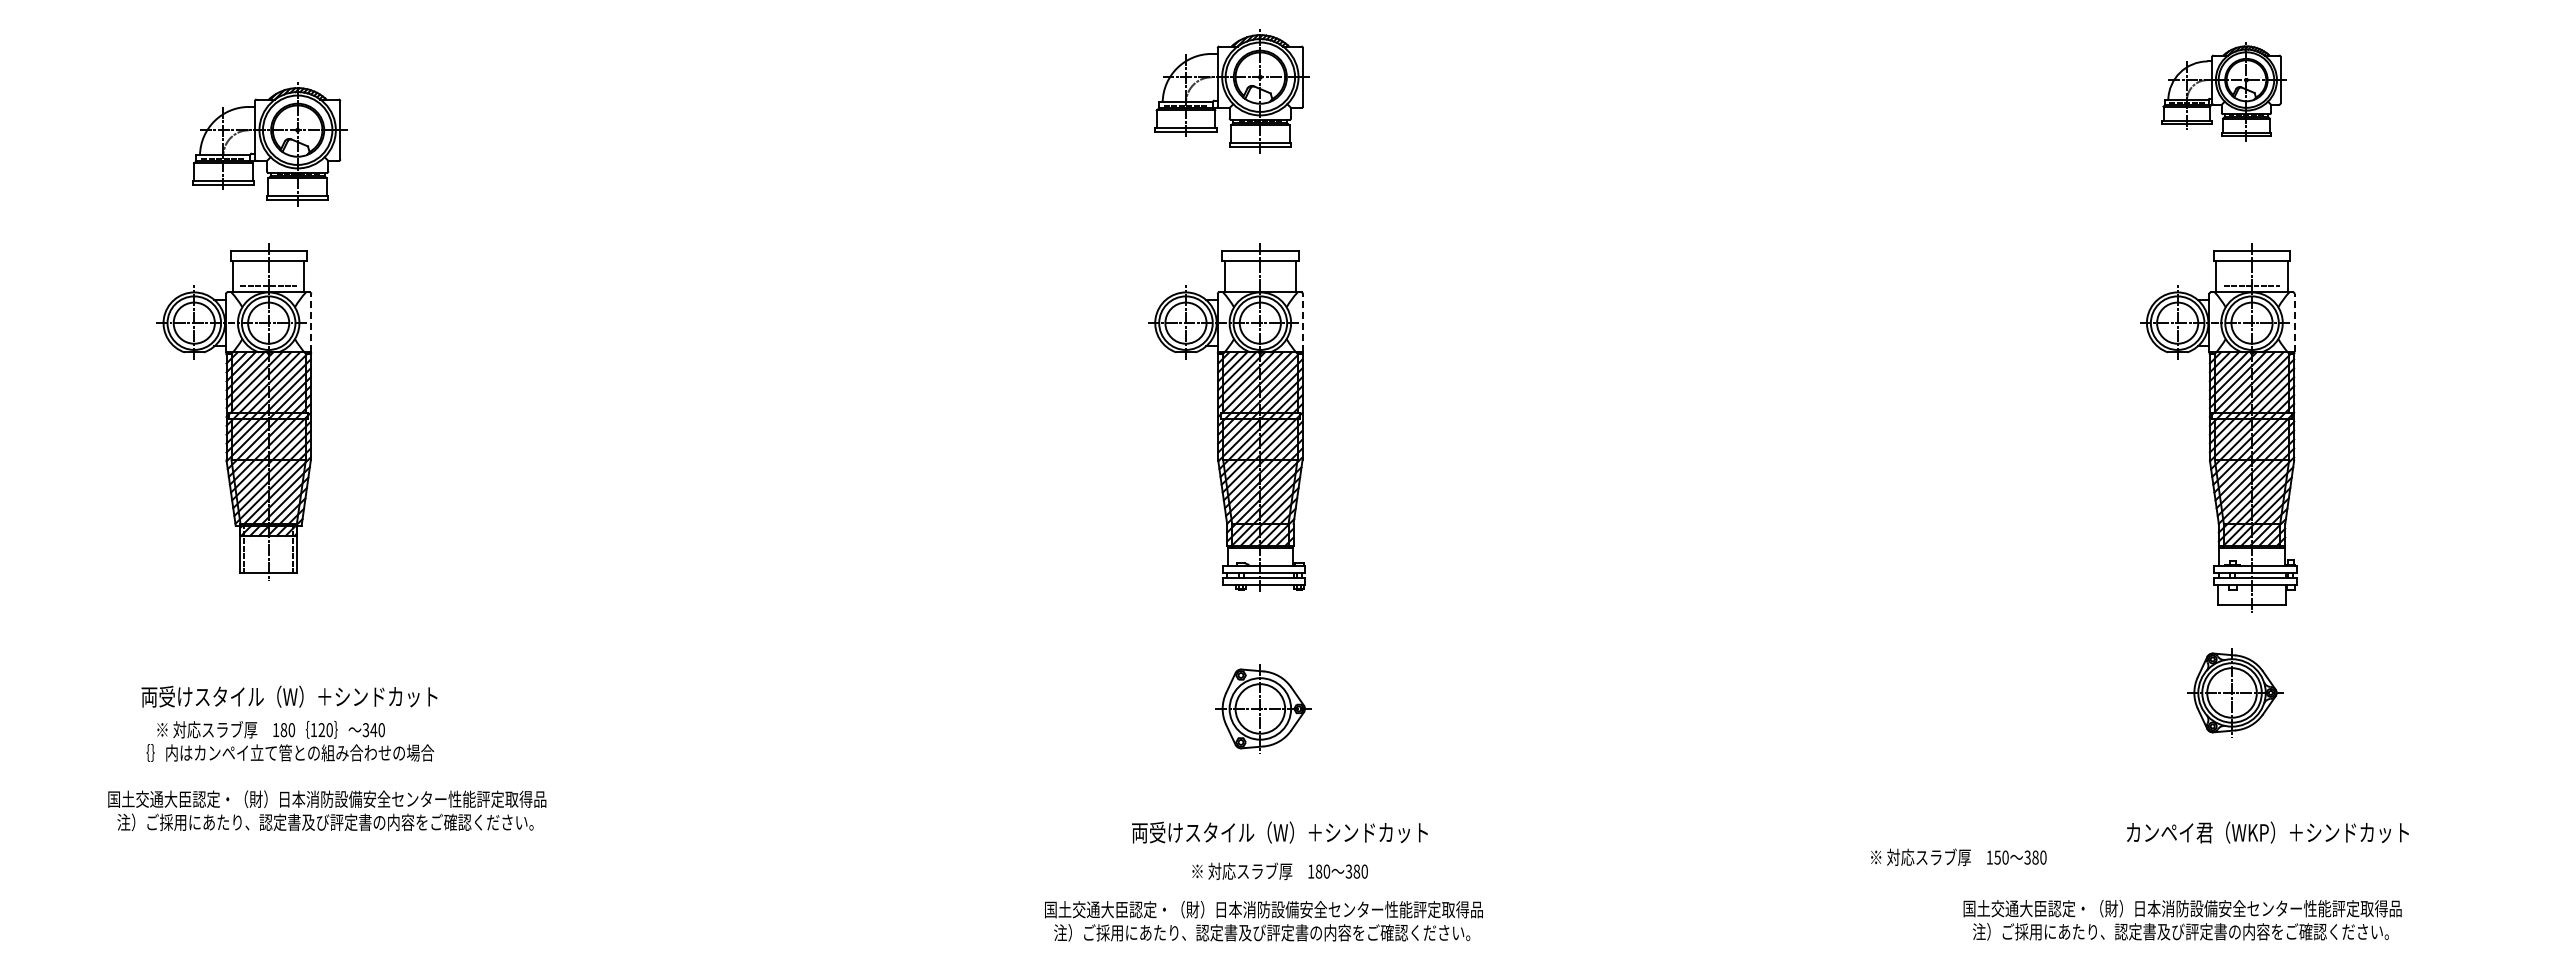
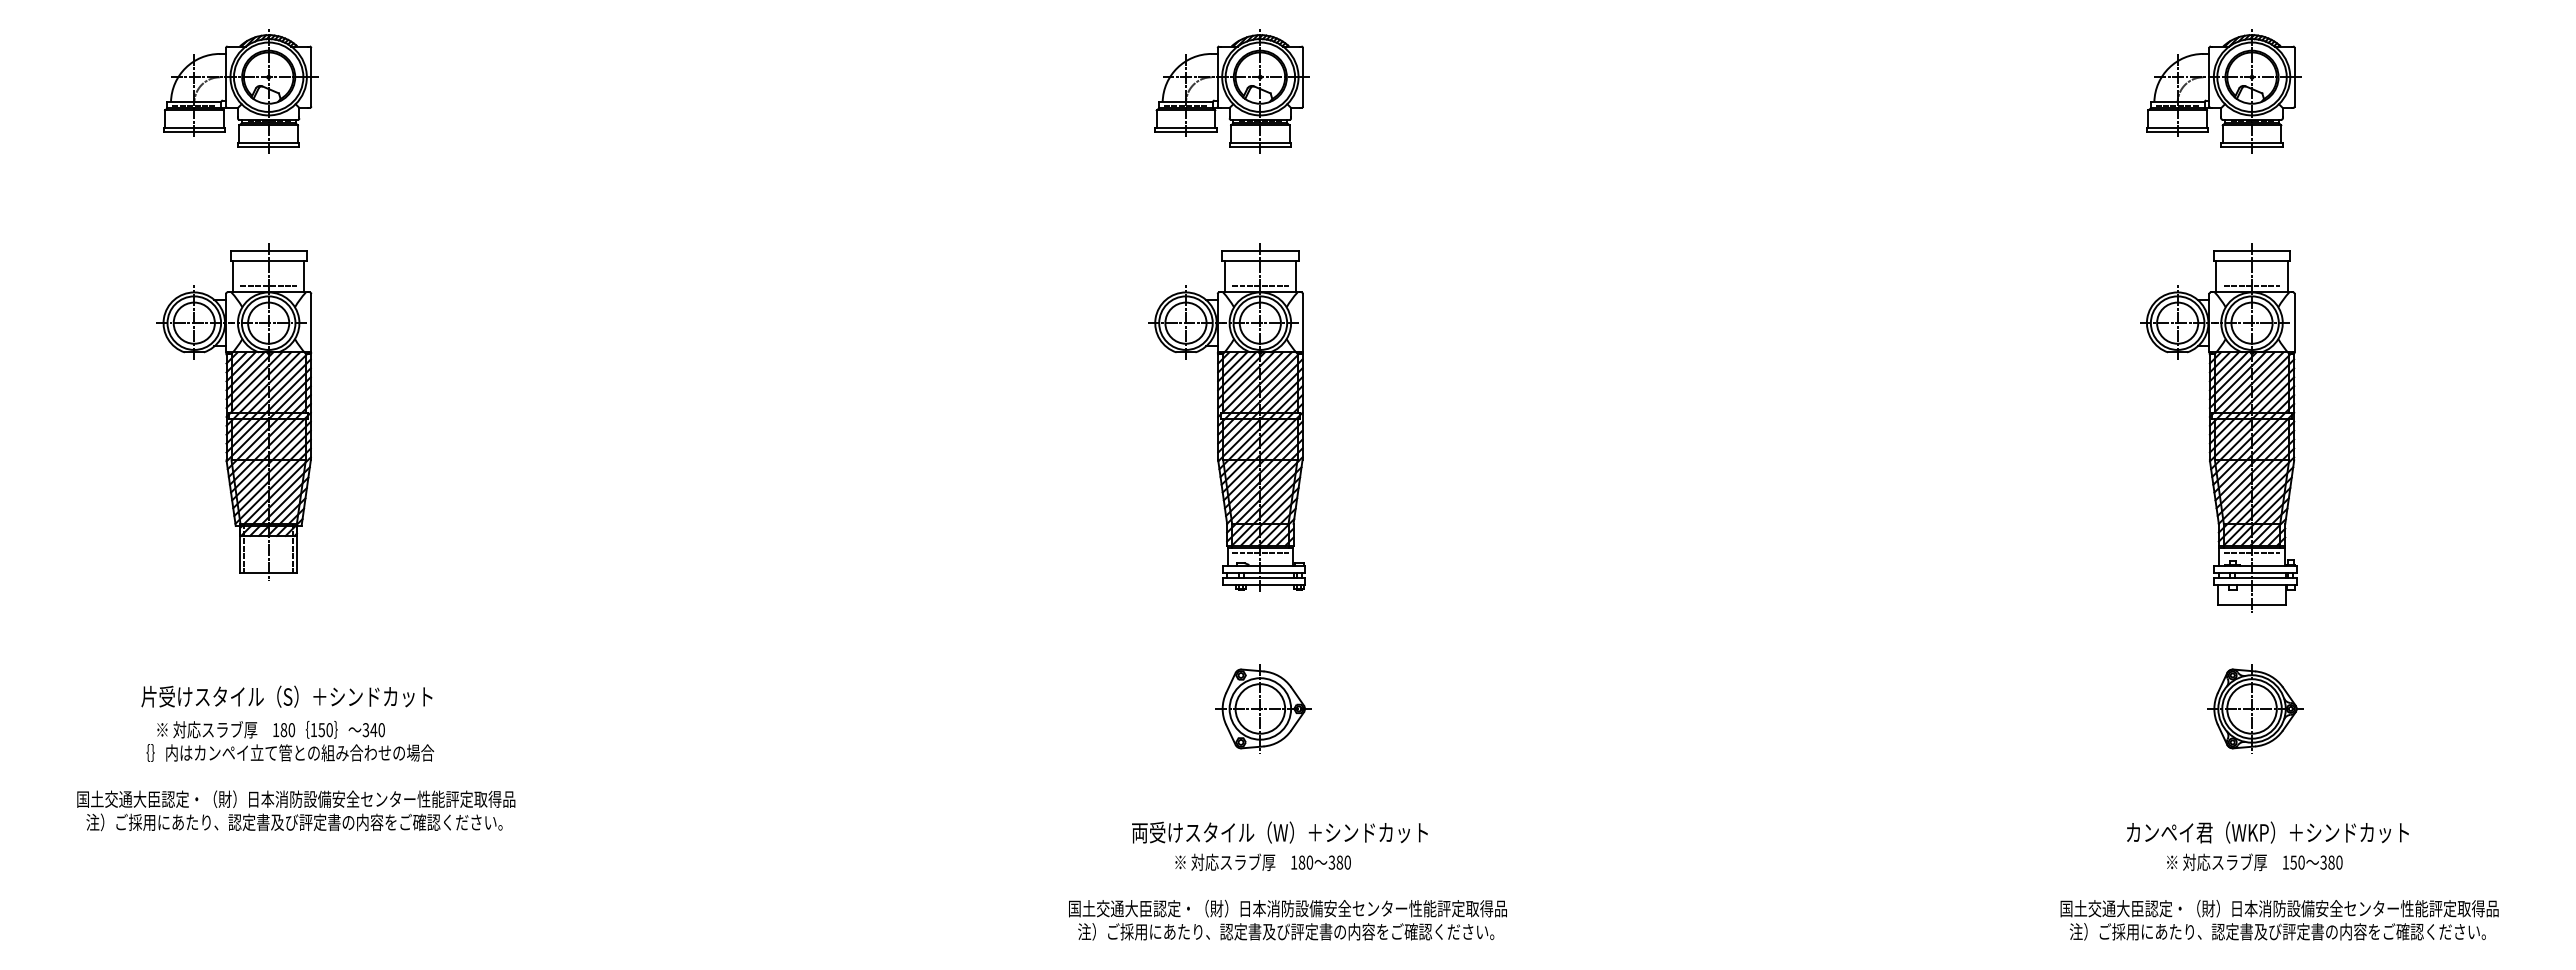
part at (2223, 91) size: 126x100 px -> 156x125 px
part at (269, 144) position: (269, 144) -> (240, 91)
line at (1260, 285): none -> present
line at (311, 322): dashed -> solid
line at (1303, 322): dashed -> solid
line at (2294, 322): dashed -> solid
line at (1260, 553): none -> present
line at (2251, 553): none -> present
part at (2235, 692) position: (2235, 692) -> (2255, 708)
text at (289, 696): 両受けスタイル（W）＋シンドカット -> 片受けスタイル（S）＋シンドカット
text at (321, 730): 120 -> 150
text at (327, 810) position: (327, 810) -> (296, 810)
text at (1958, 857) position: (1958, 857) -> (2254, 862)
text at (1279, 871) position: (1279, 871) -> (1262, 862)
text at (1263, 920) position: (1263, 920) -> (1287, 919)
text at (2182, 920) position: (2182, 920) -> (2279, 920)
